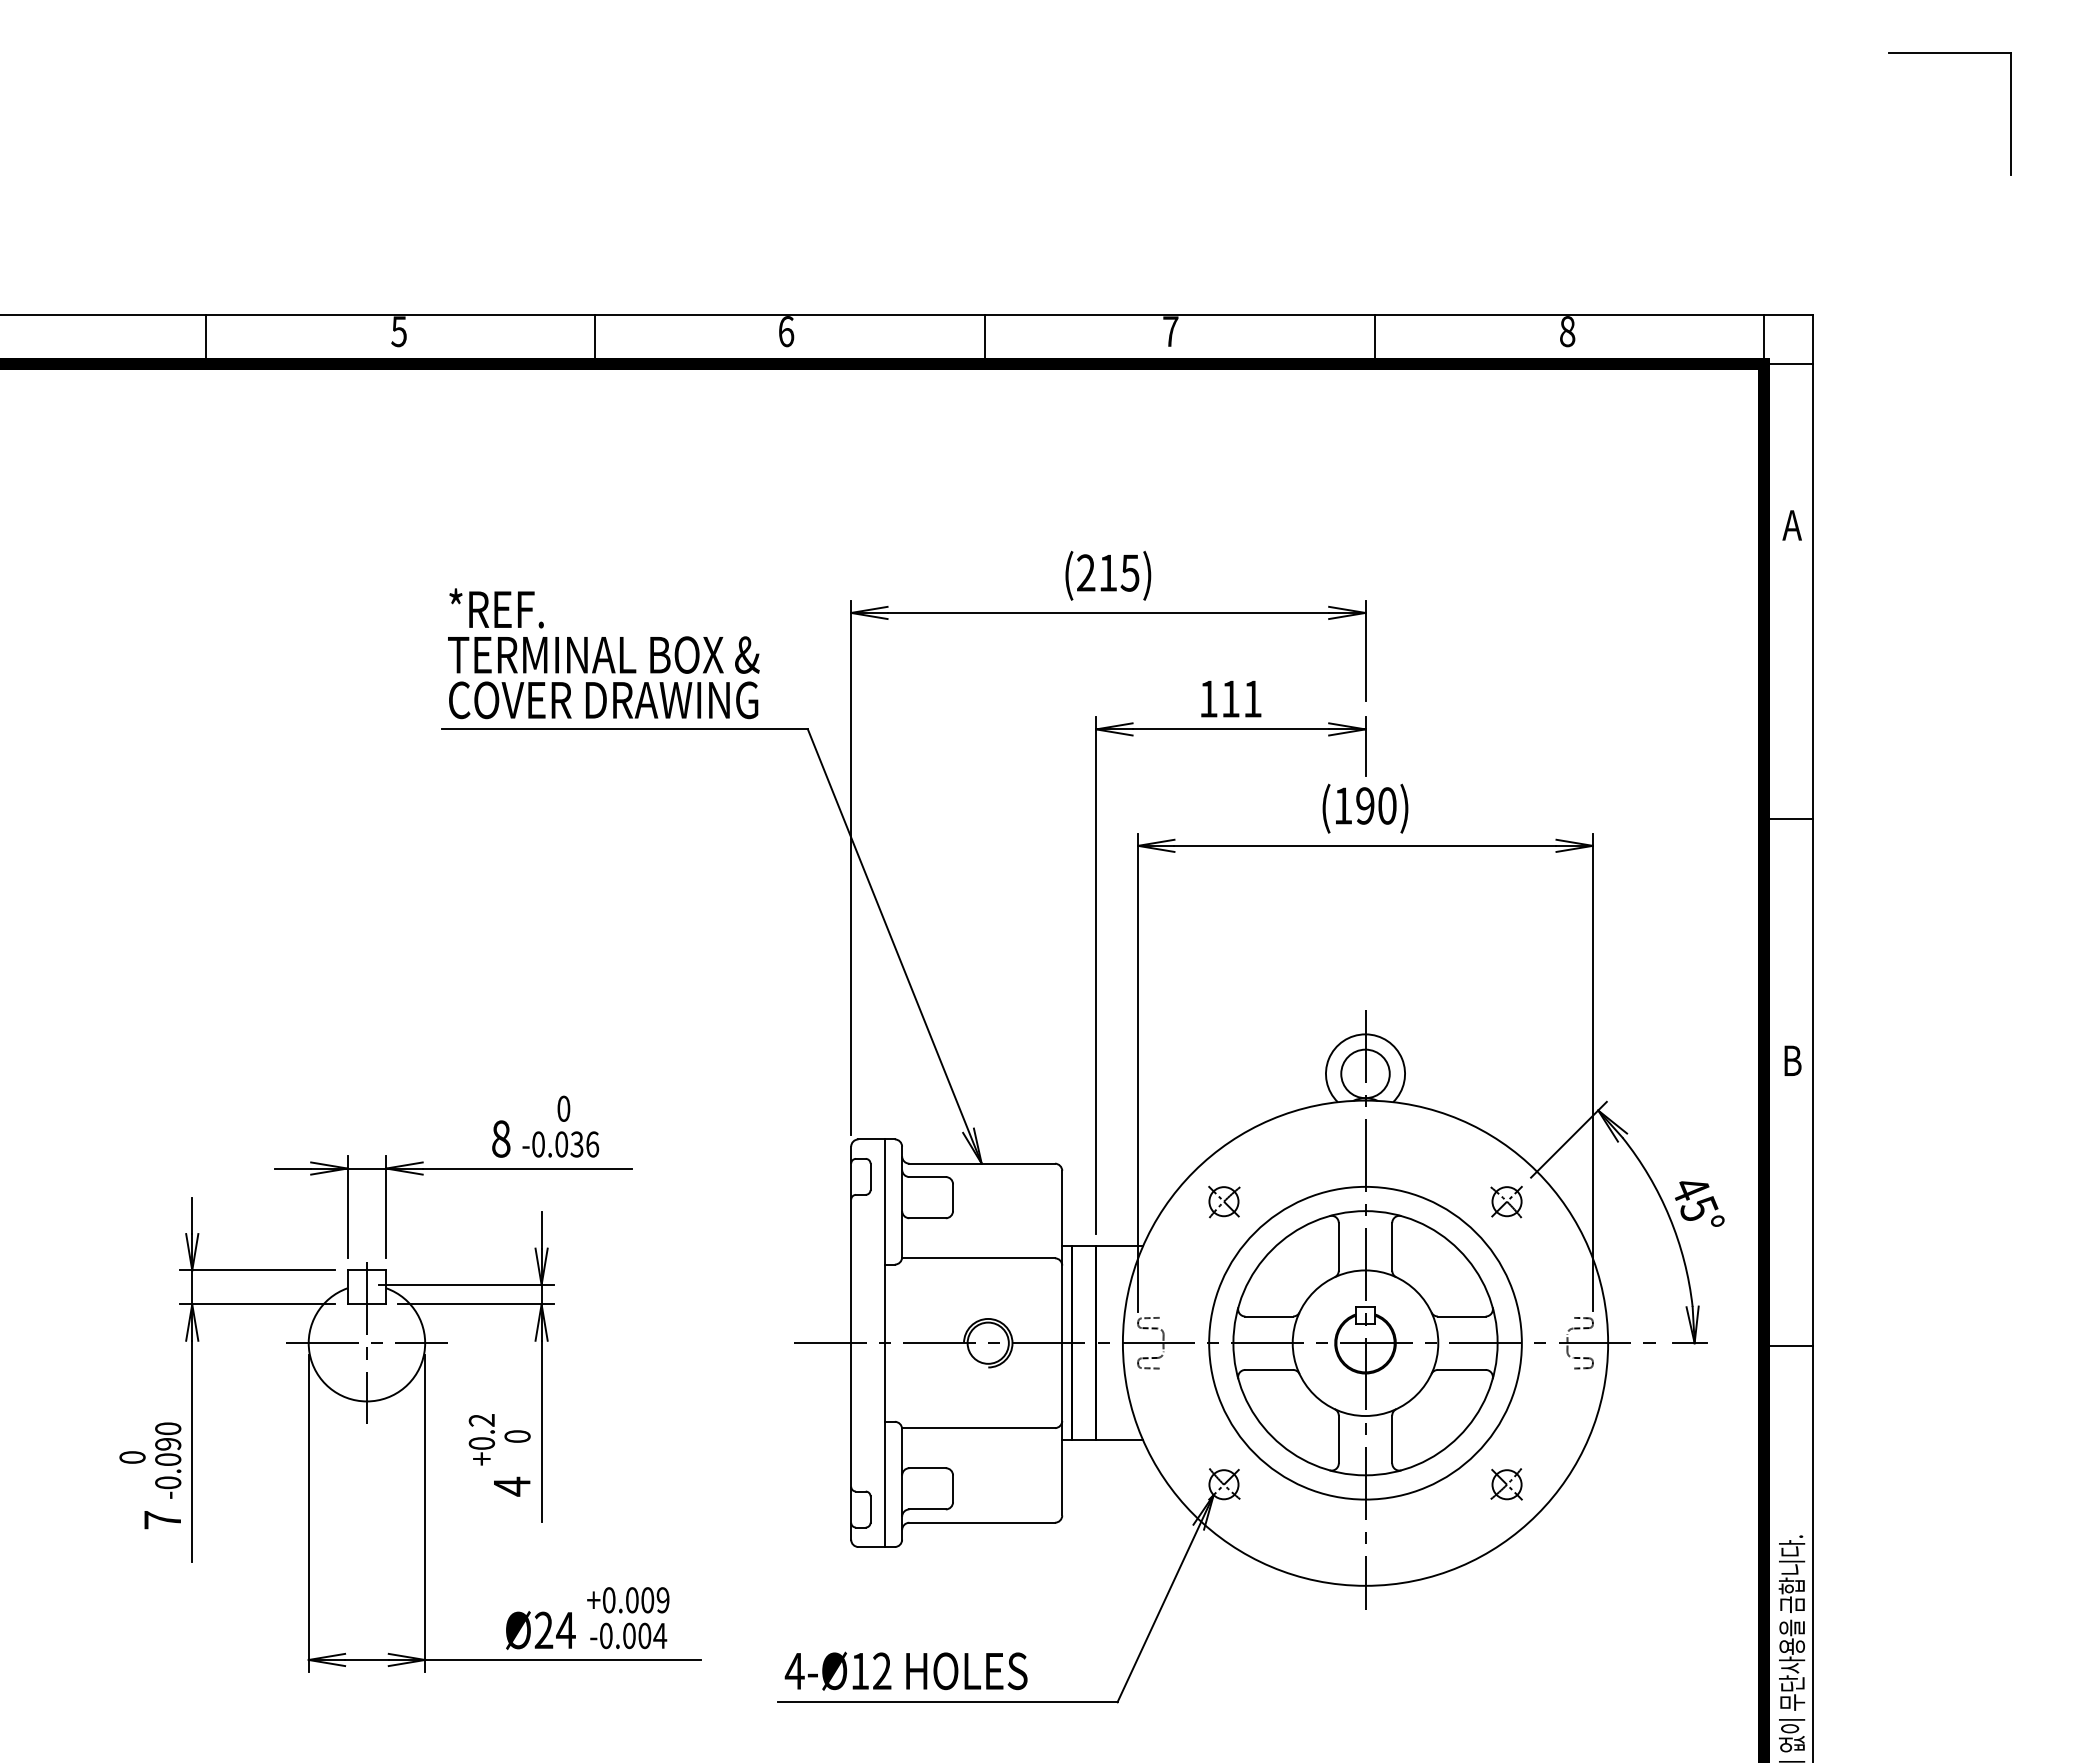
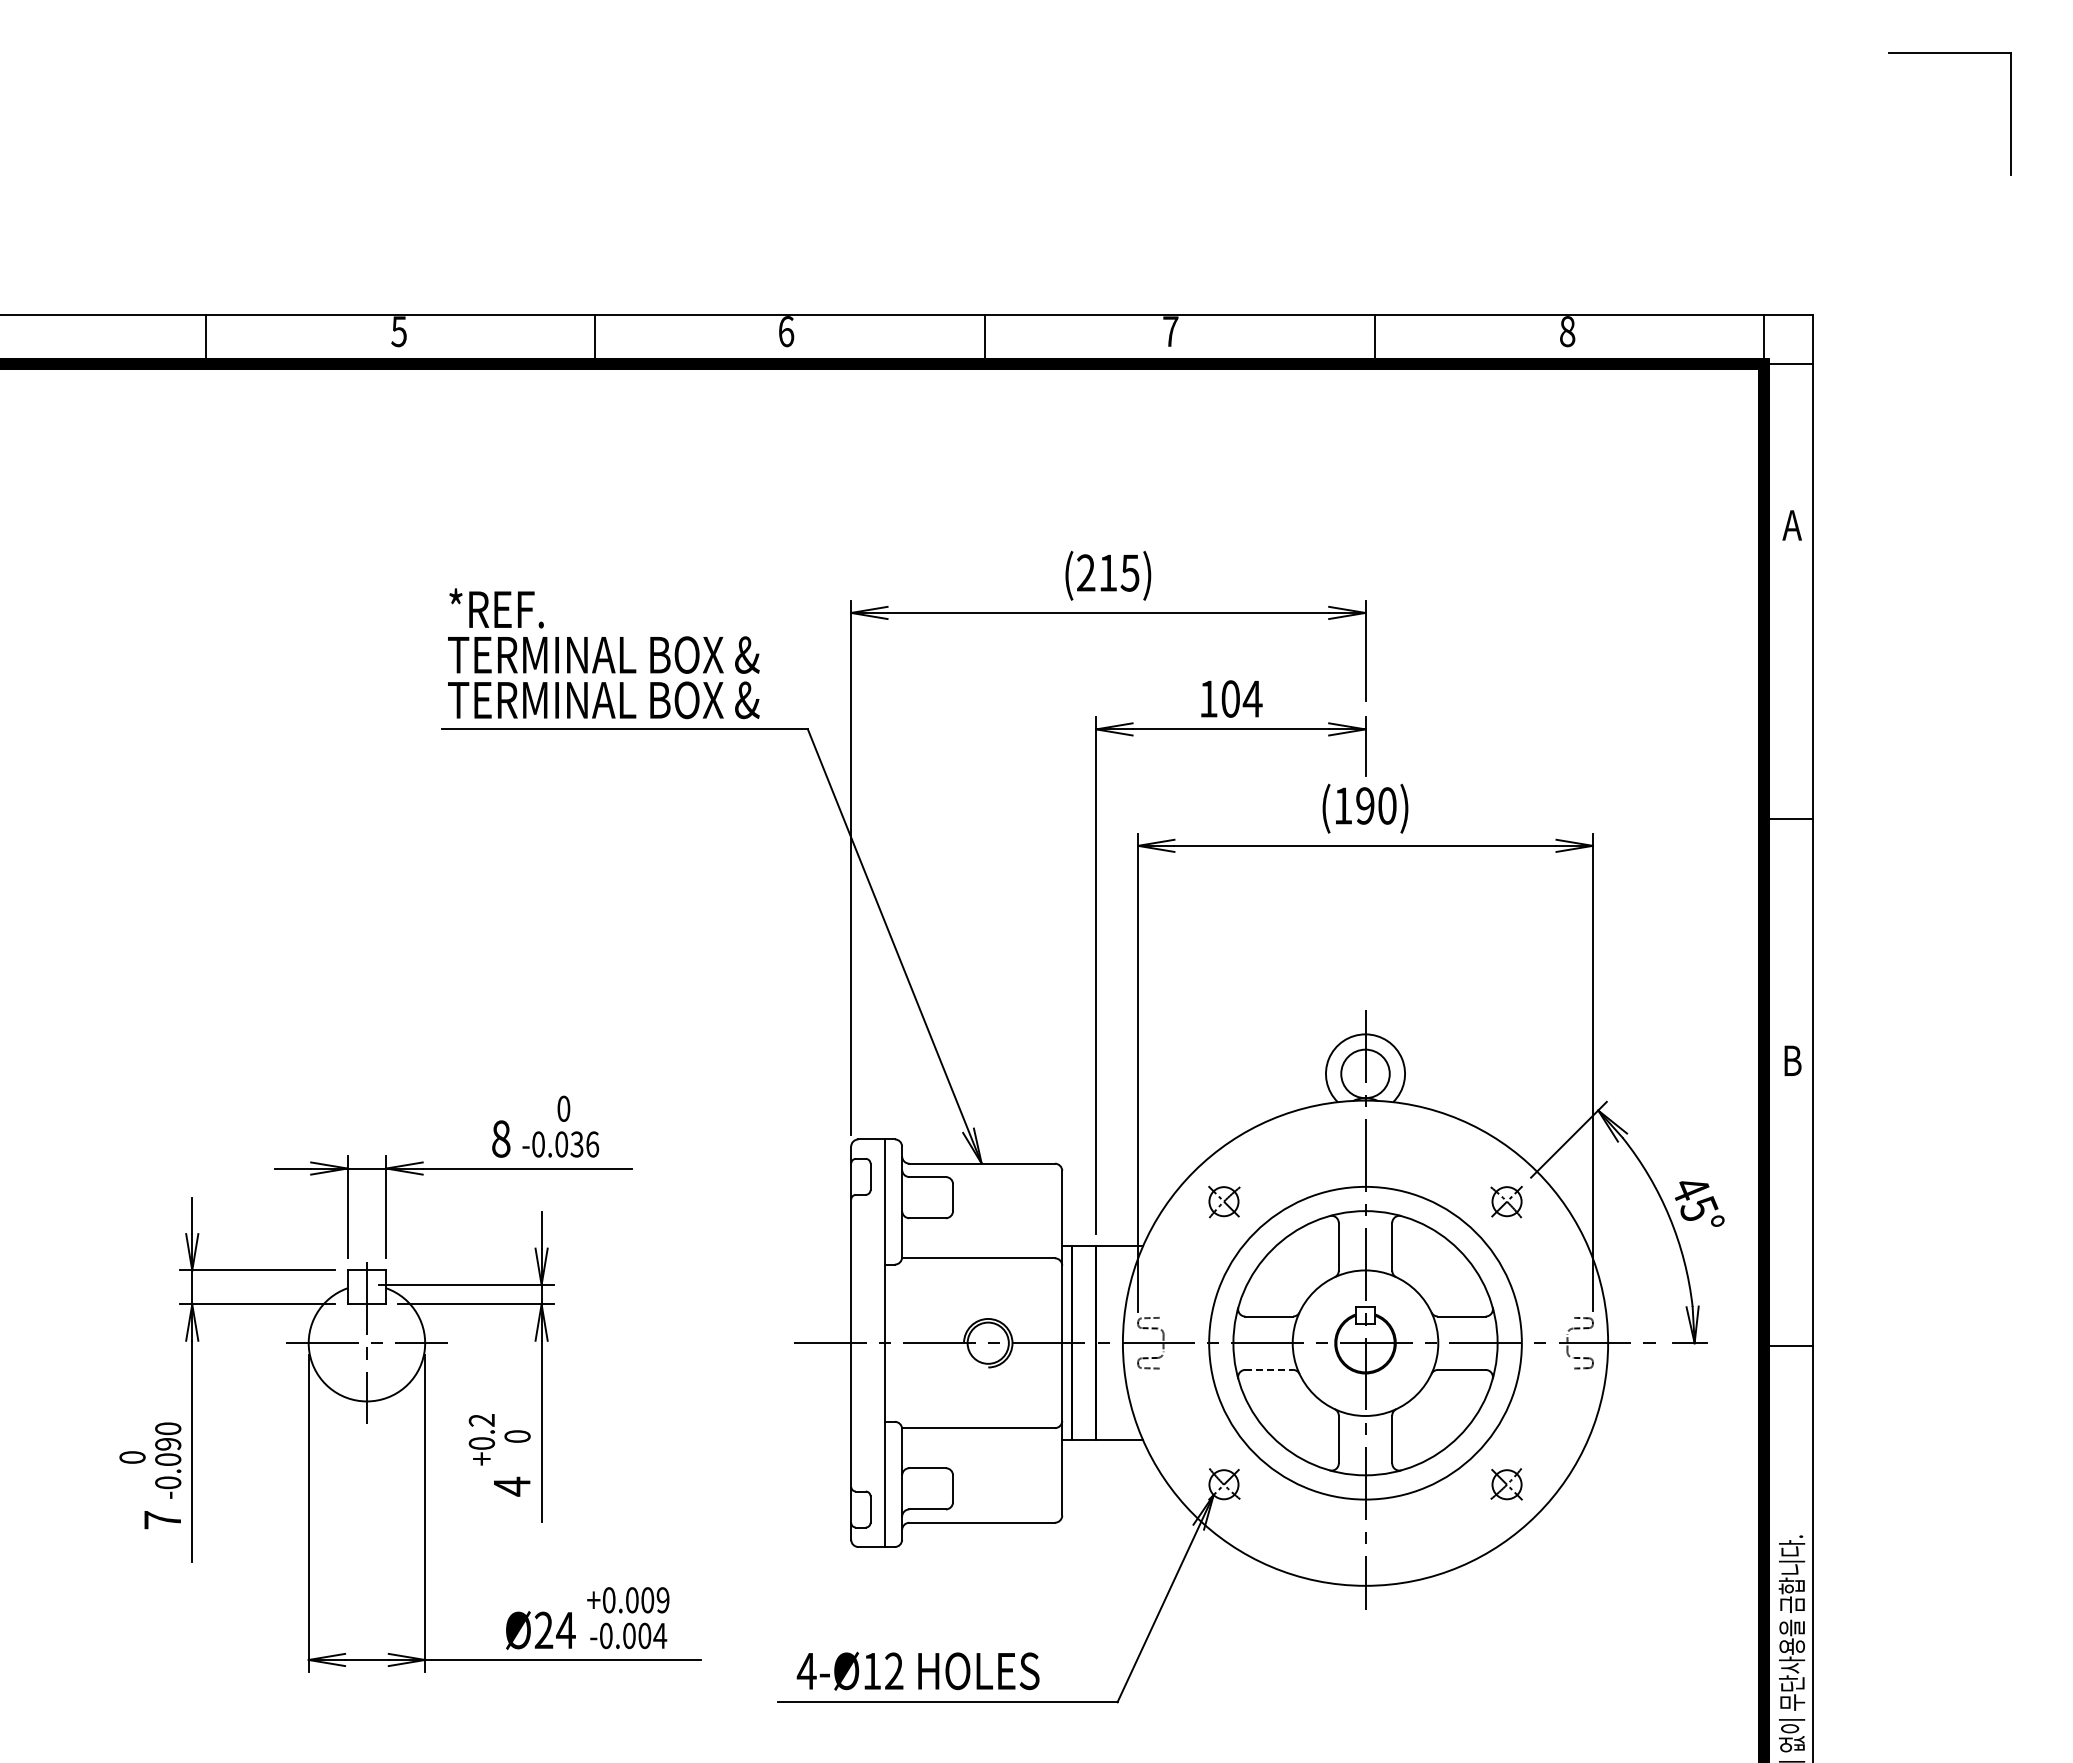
text at (1241, 698): 111 -> 104
text at (603, 700): COVER DRAWING -> TERMINAL BOX &
line at (1269, 1369): solid -> dashed
text at (905, 1670) position: (905, 1670) -> (917, 1670)
